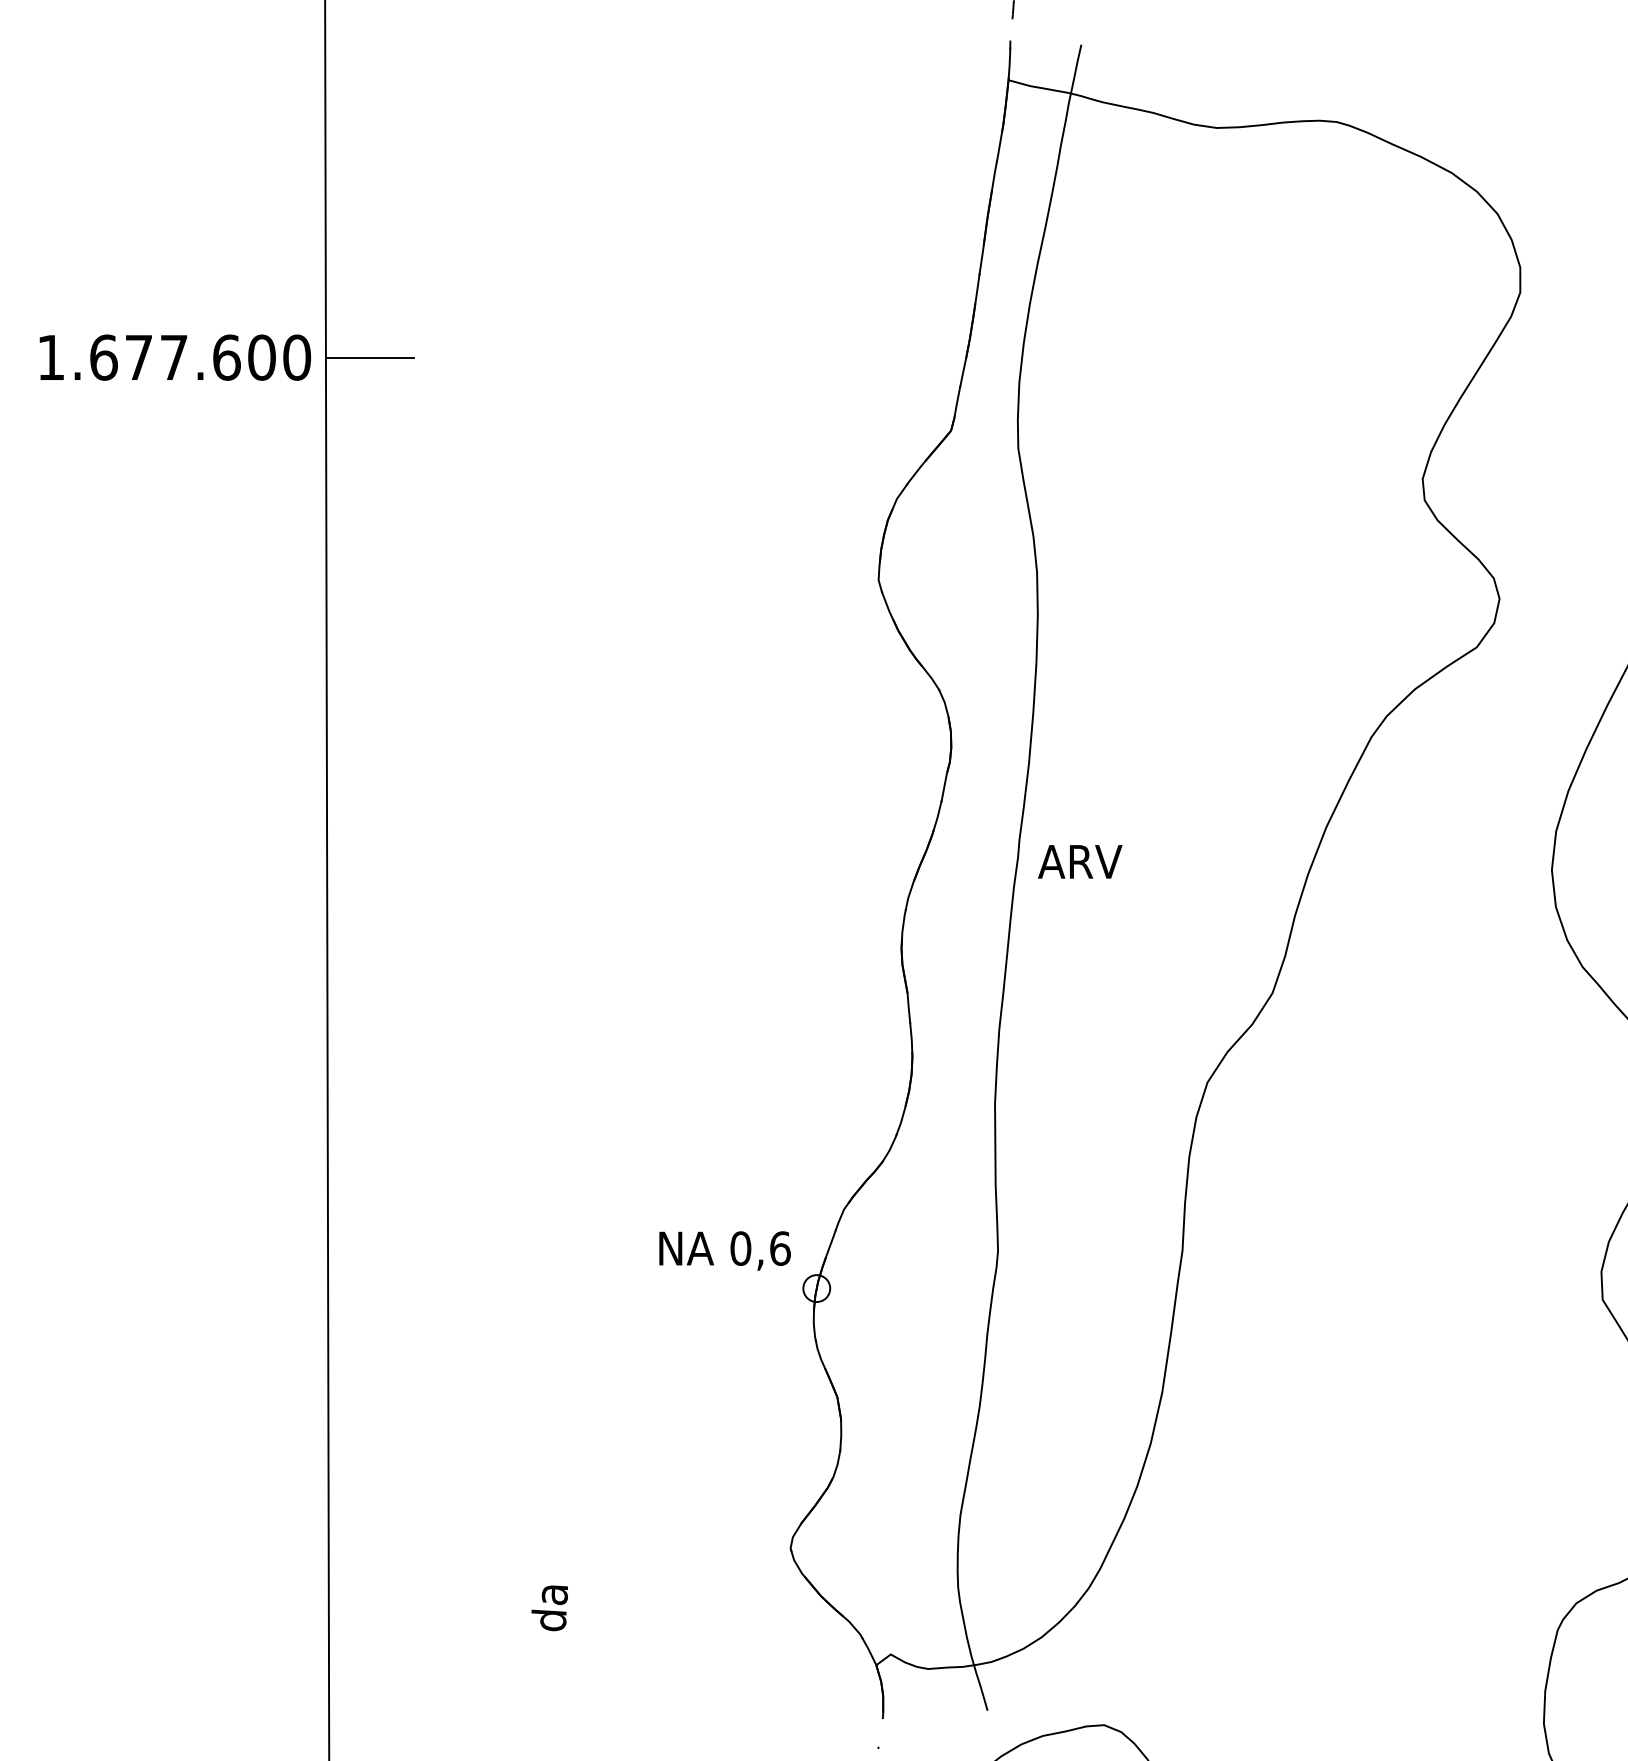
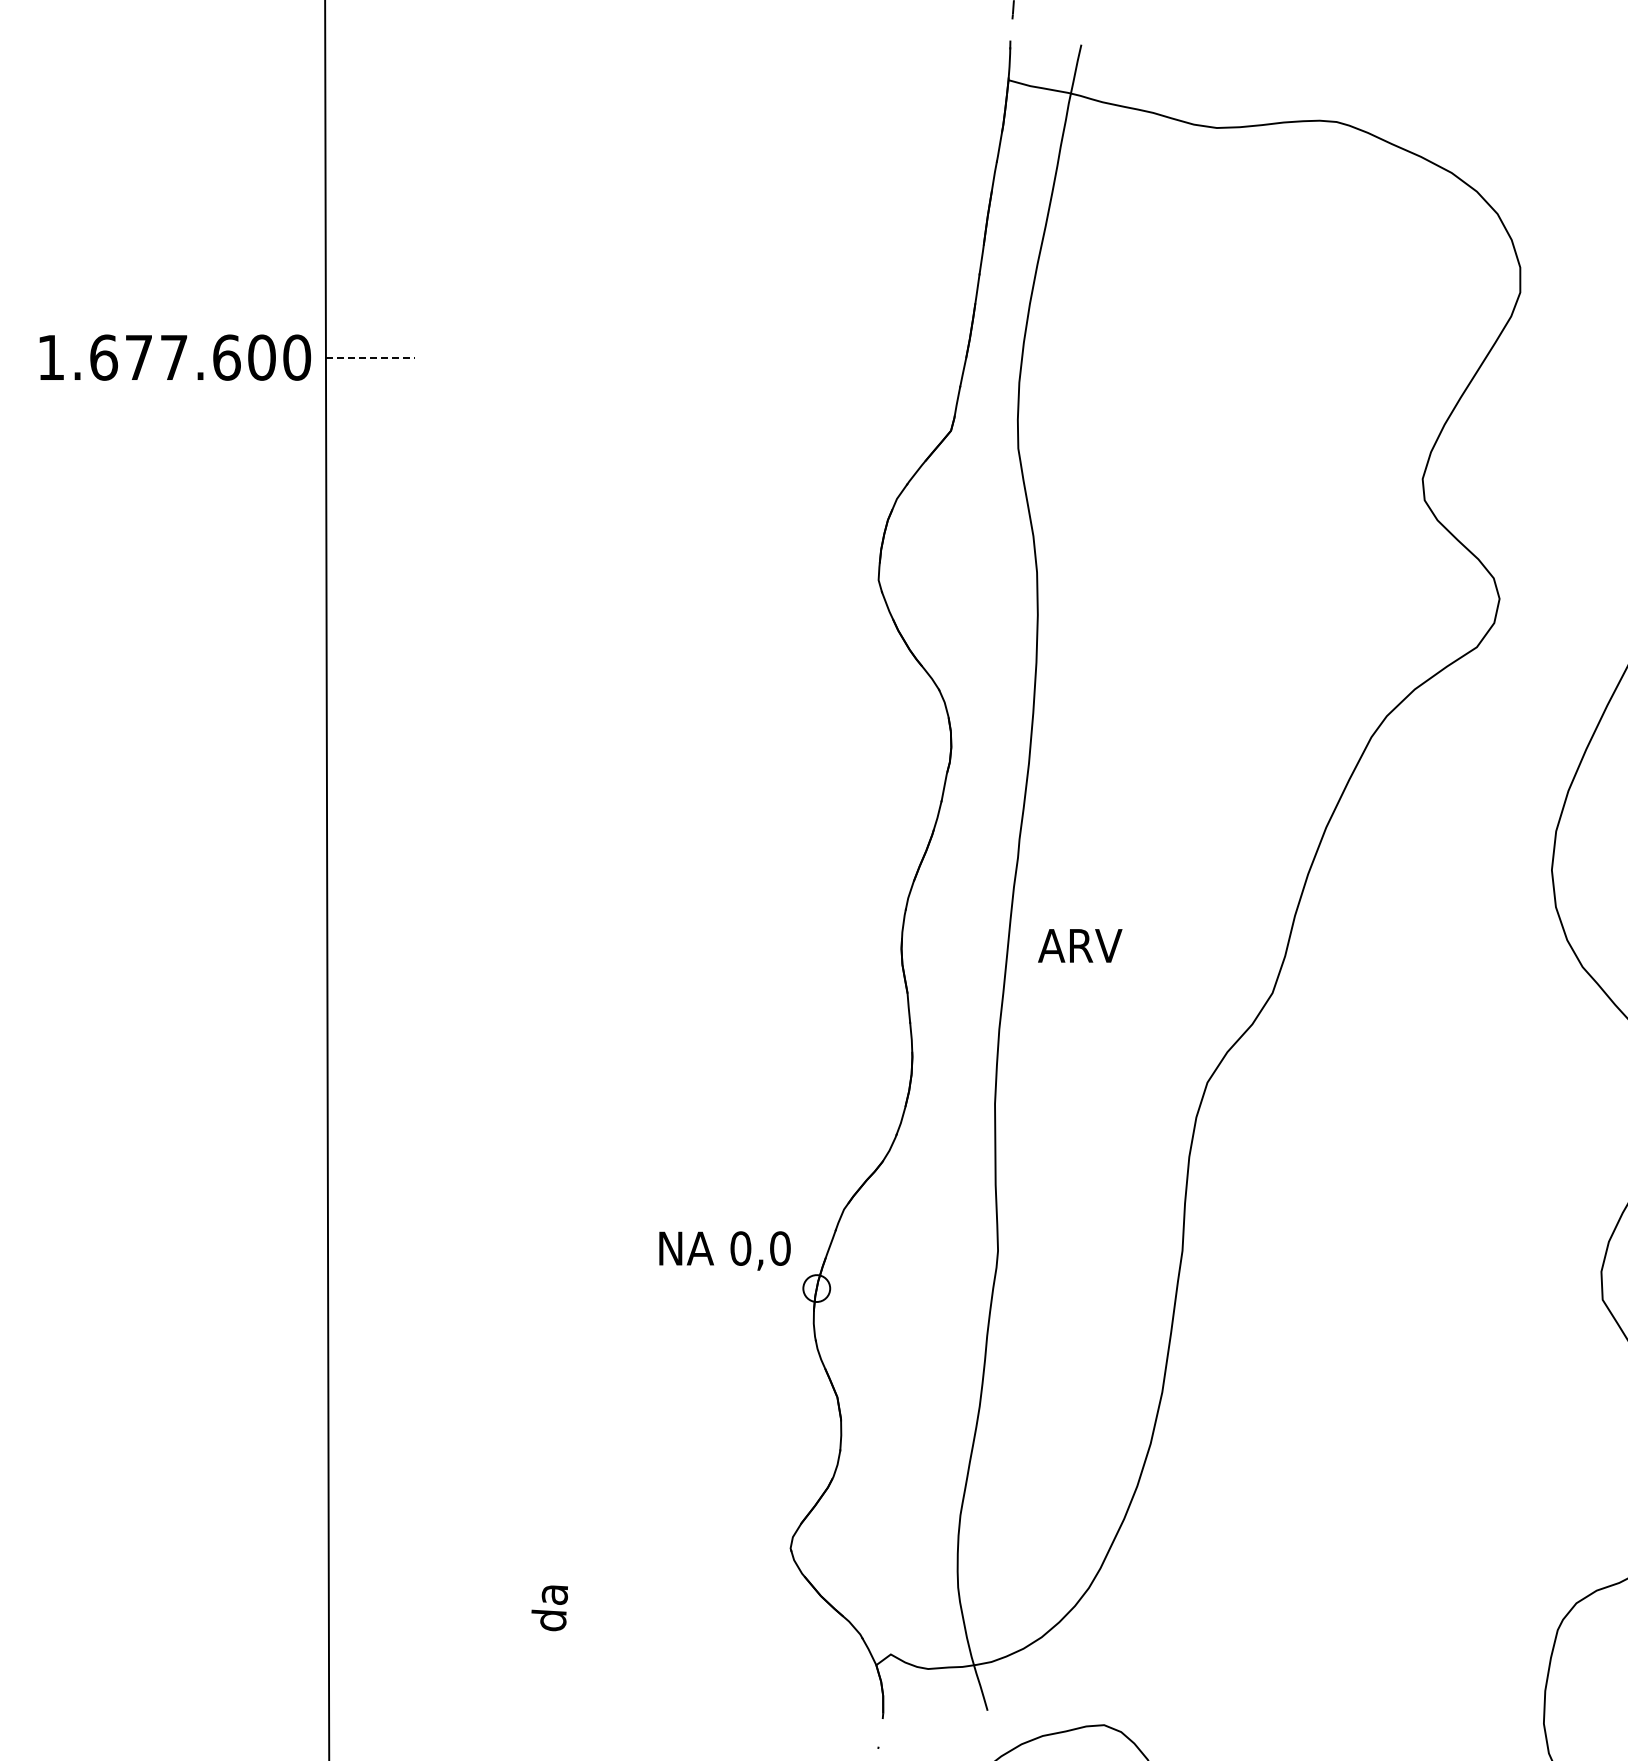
line at (370, 357): solid -> dashed
text at (1080, 861) position: (1080, 861) -> (1080, 945)
text at (780, 1248): 0,6 -> 0,0
